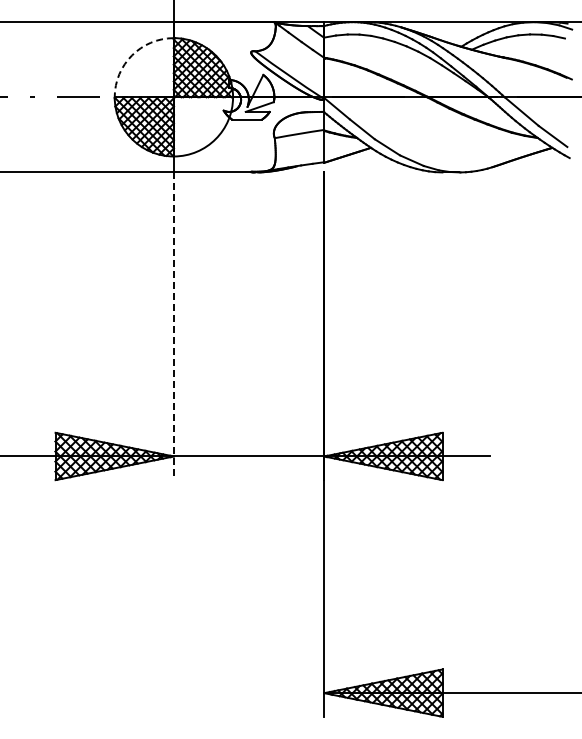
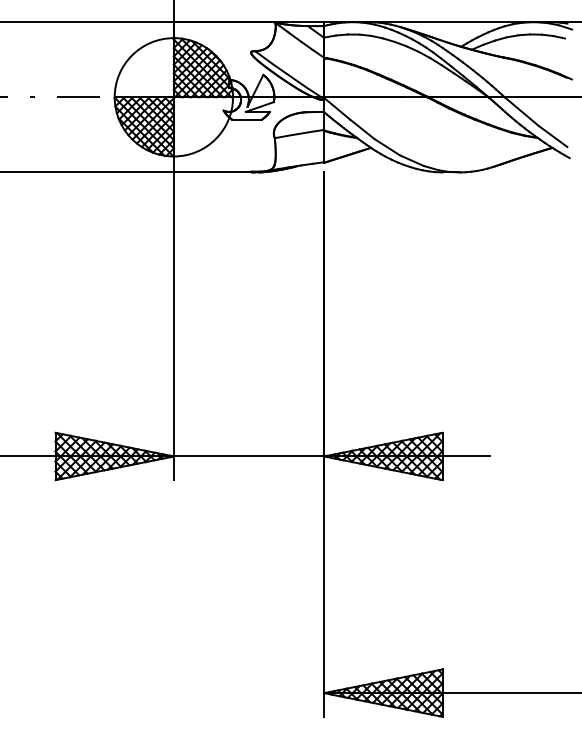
arc at (132, 55): dashed -> solid
line at (173, 326): dashed -> solid
